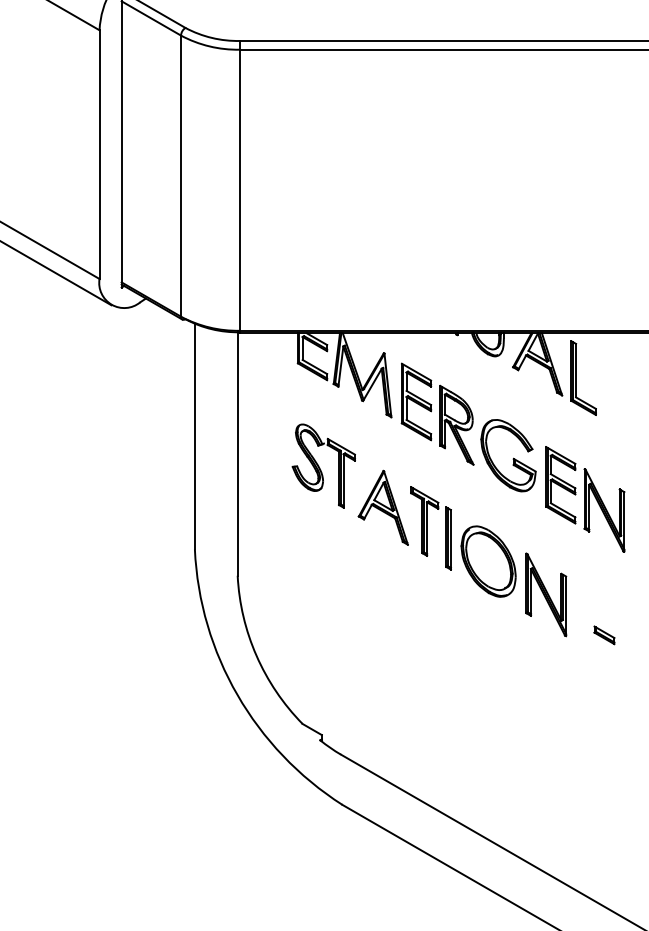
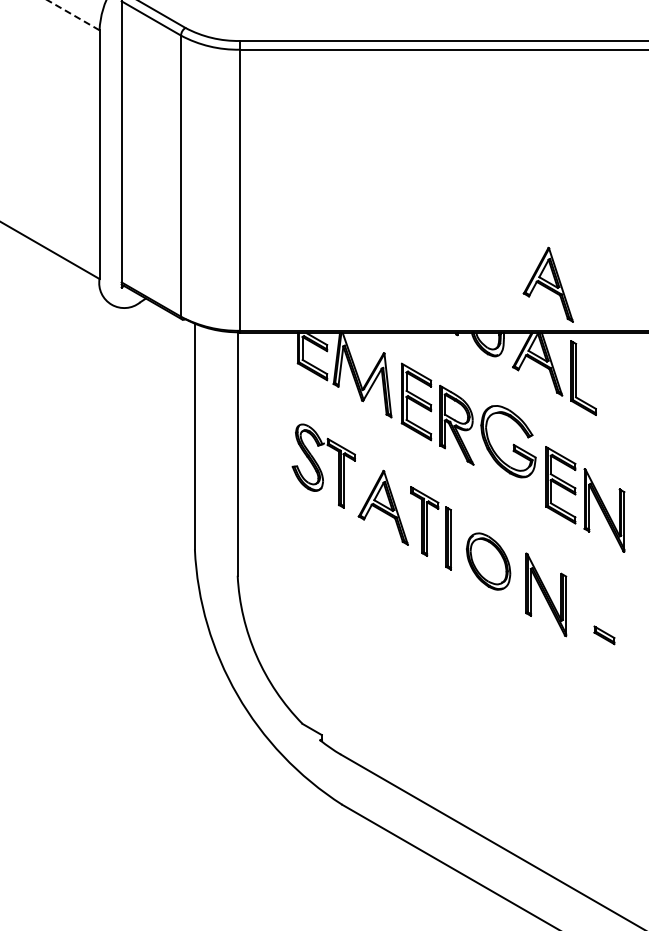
line at (73, 15): solid -> dashed
line at (56, 273): present -> none
part at (547, 284): none -> present
part at (508, 455) position: (508, 455) -> (508, 441)
part at (488, 561) size: 57x73 px -> 46x59 px
